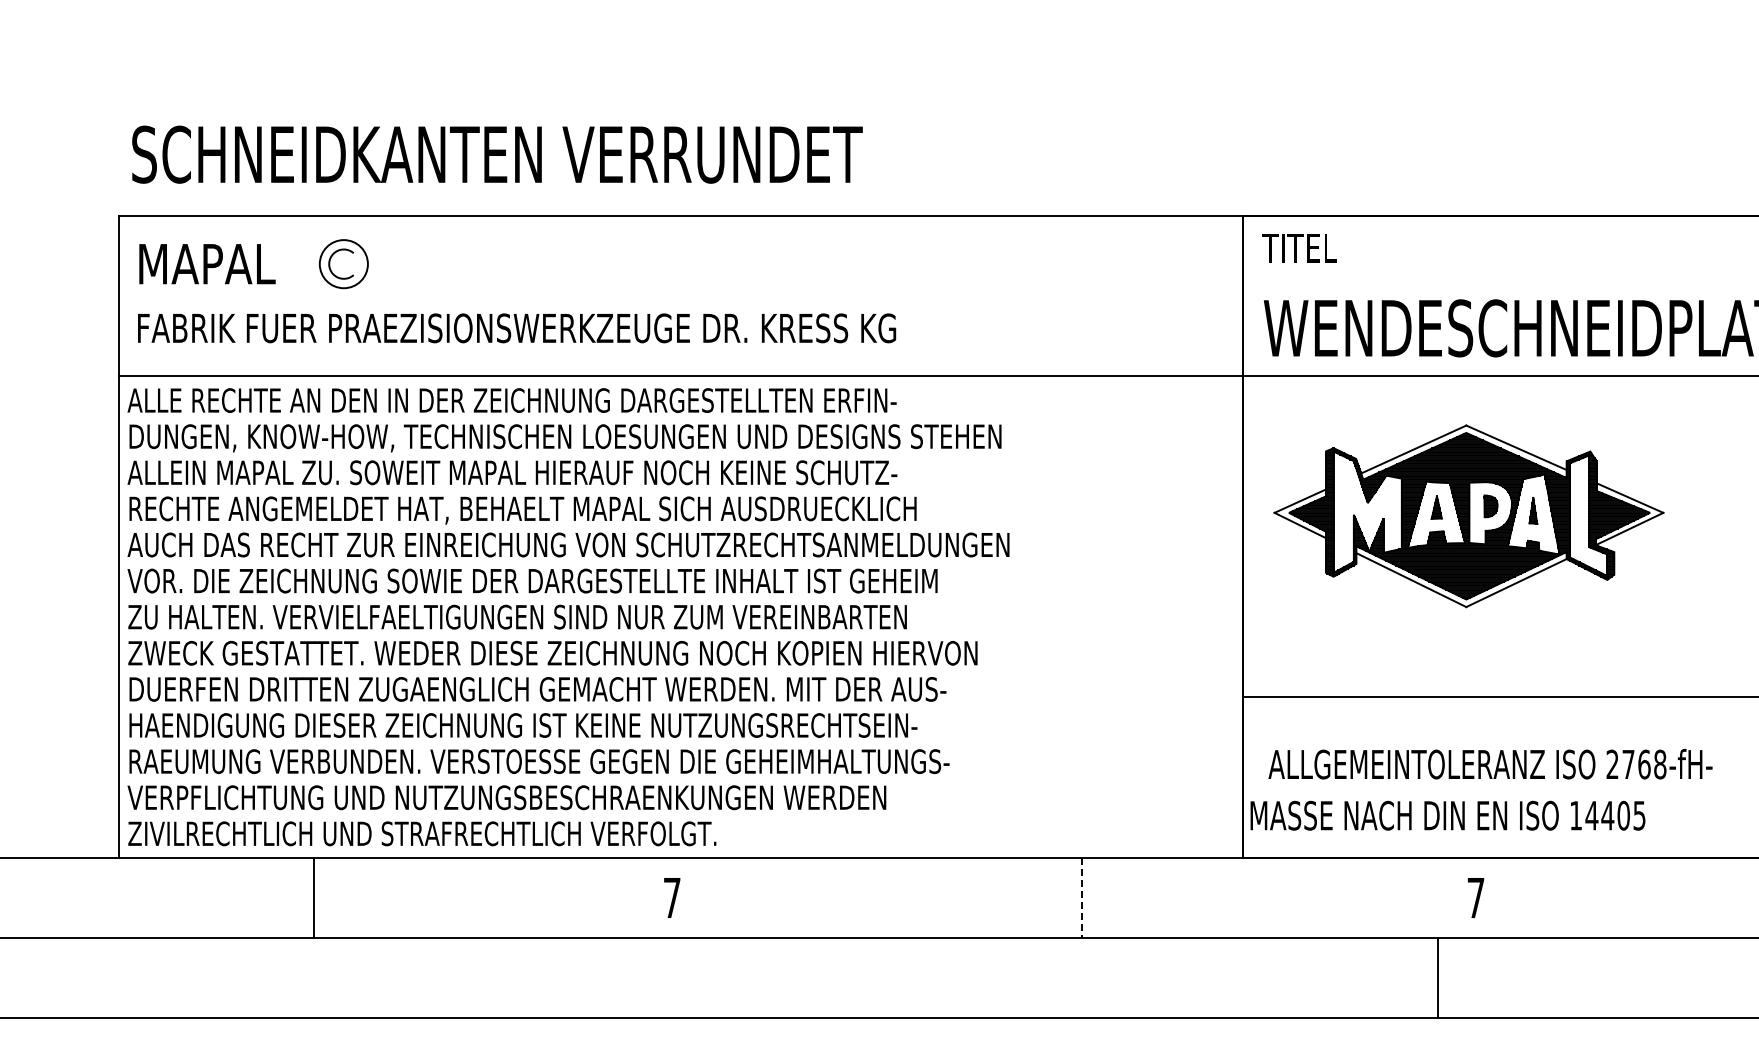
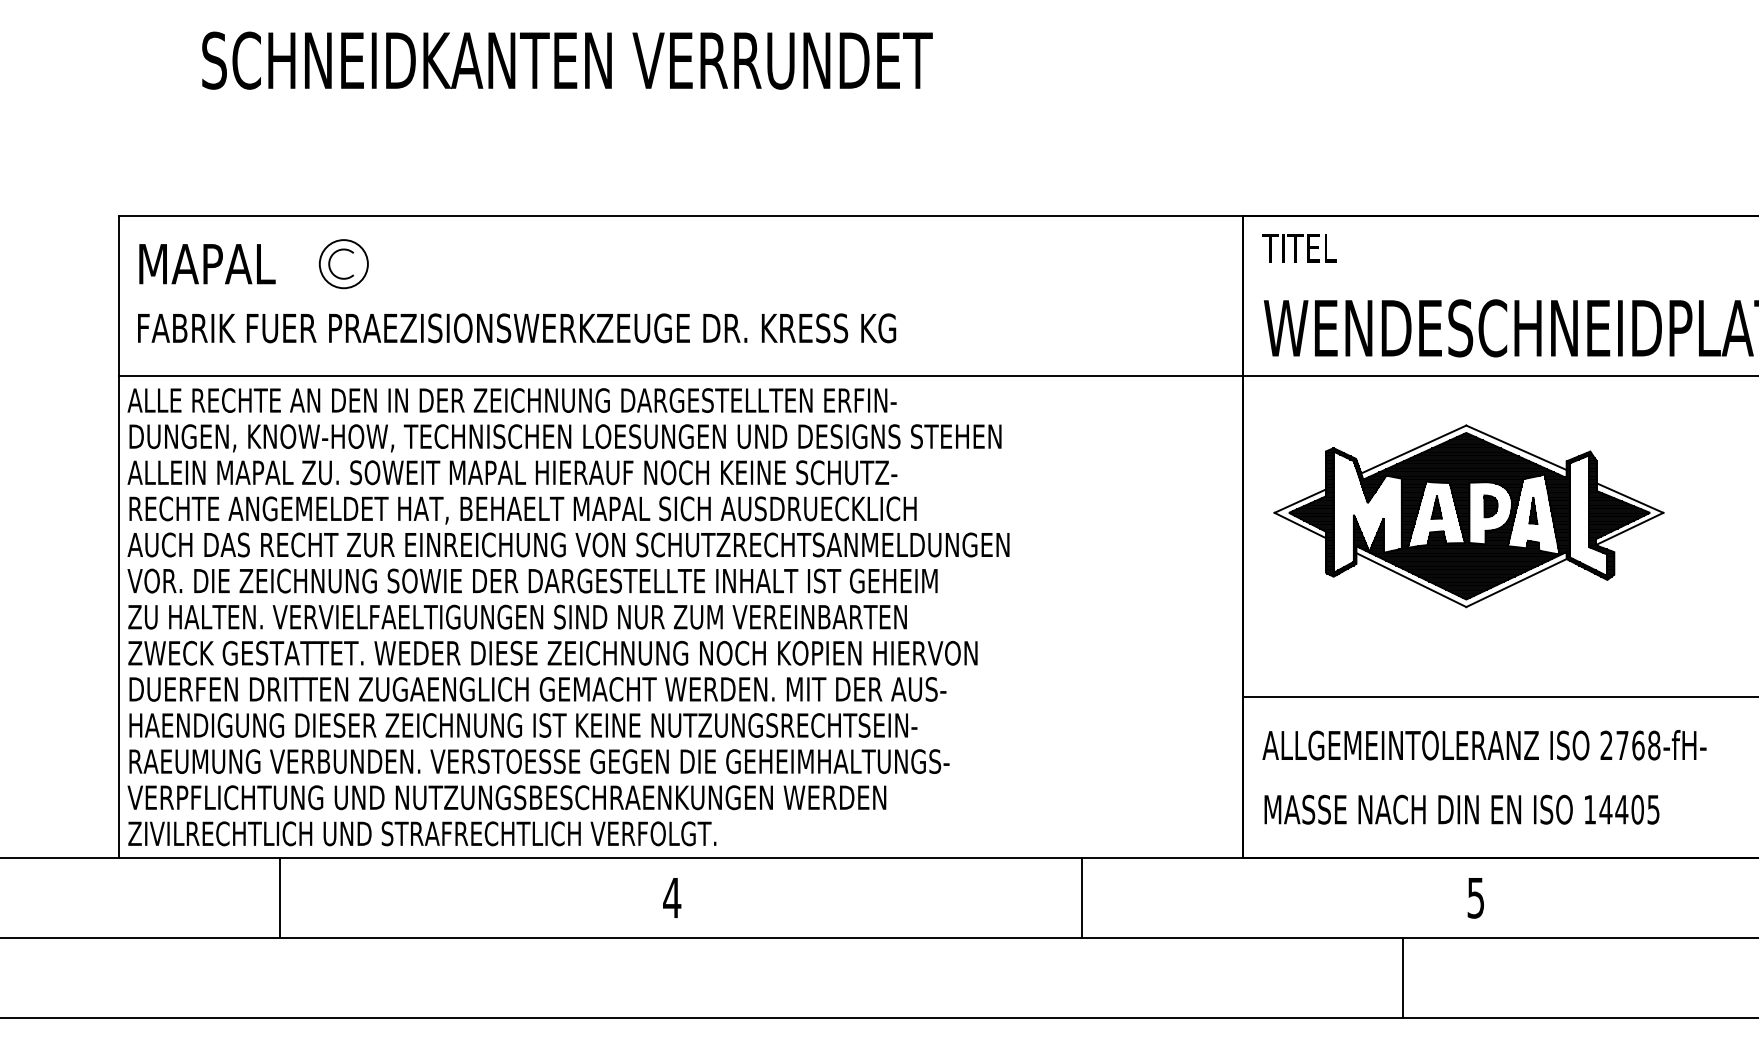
text at (497, 154) position: (497, 154) -> (567, 60)
text at (1490, 764) position: (1490, 764) -> (1484, 745)
text at (1447, 815) position: (1447, 815) -> (1461, 809)
line at (313, 897) position: (313, 897) -> (279, 897)
text at (672, 897): 7 -> 4
line at (1082, 898): dashed -> solid
text at (1475, 898): 7 -> 5
line at (1437, 978) position: (1437, 978) -> (1402, 978)
